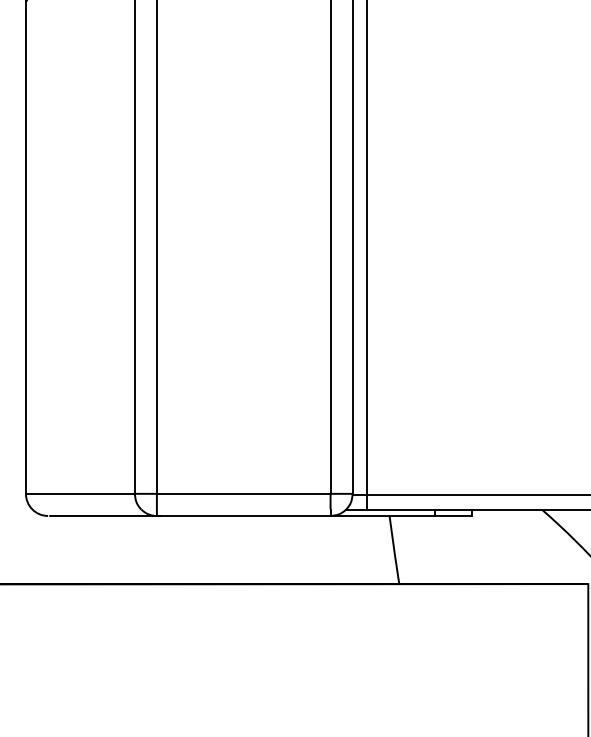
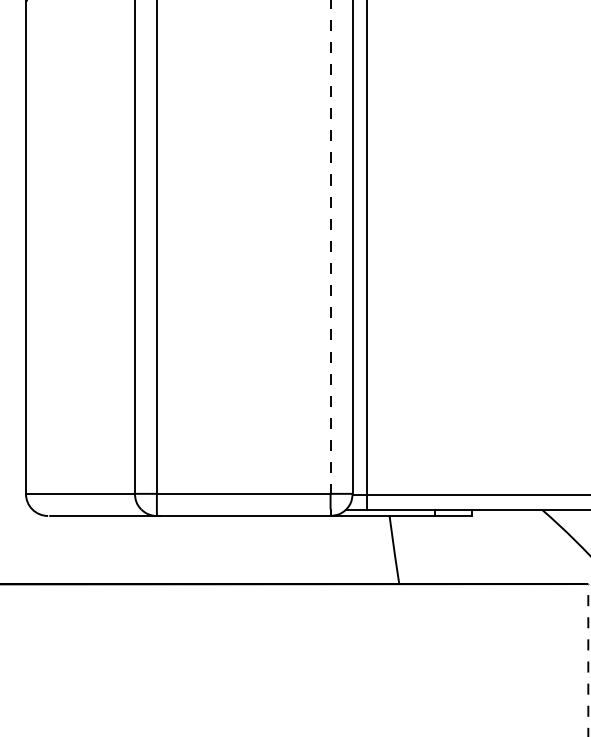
line at (330, 247): solid -> dashed
line at (588, 659): solid -> dashed
